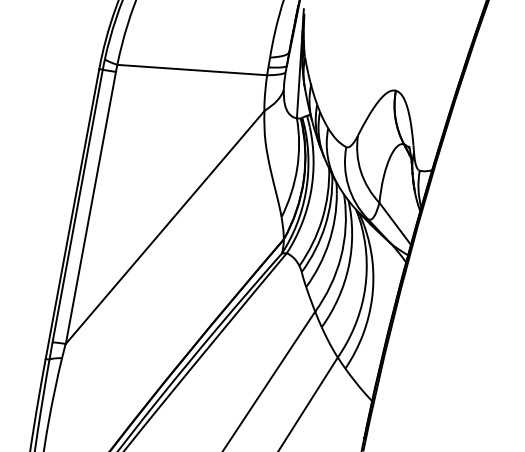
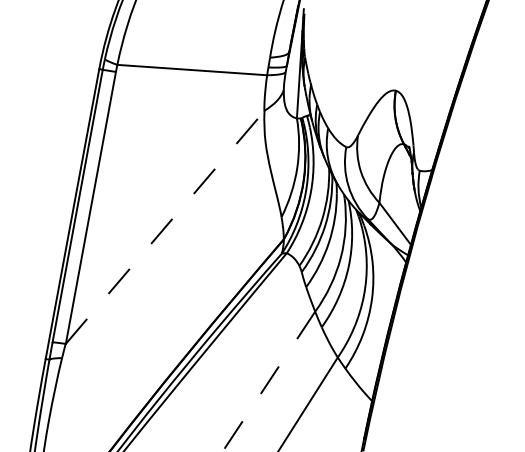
line at (165, 227): solid -> dashed
line at (268, 381): solid -> dashed
